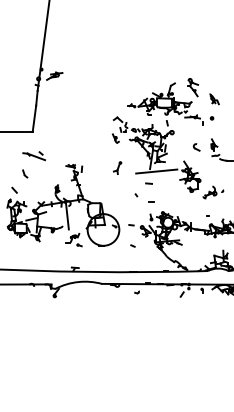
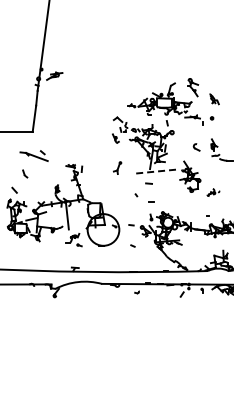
part at (34, 156) size: 25x11 px -> 30x12 px
line at (156, 171): solid -> dashed
part at (213, 192) size: 23x15 px -> 15x9 px
